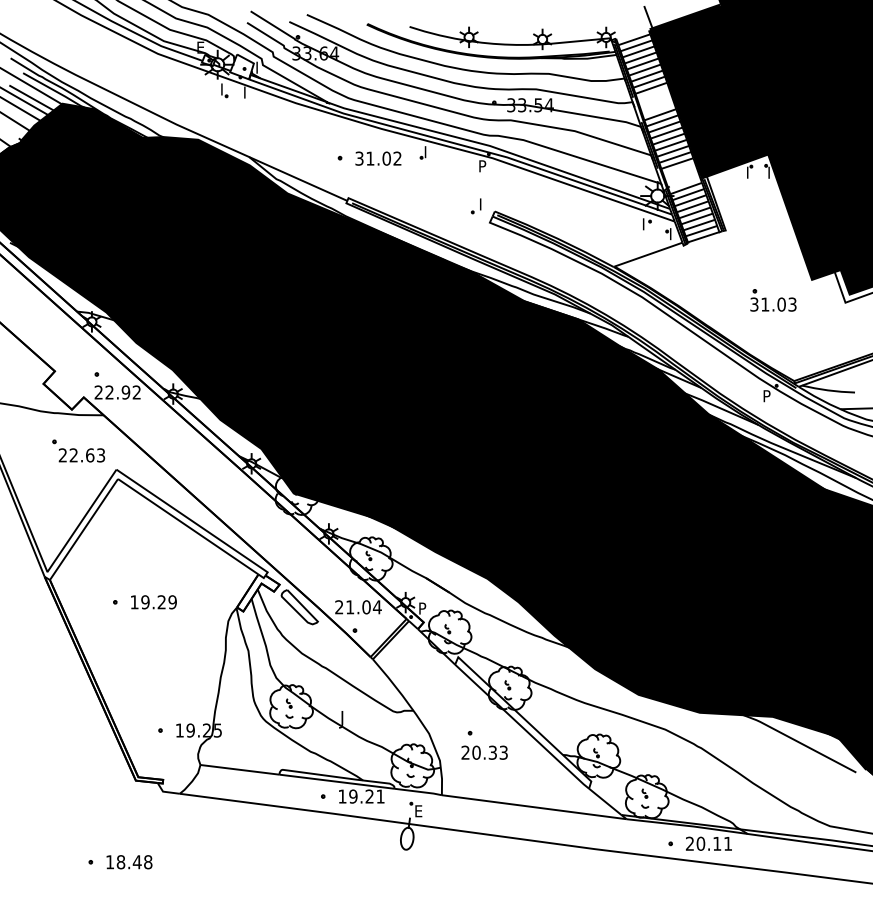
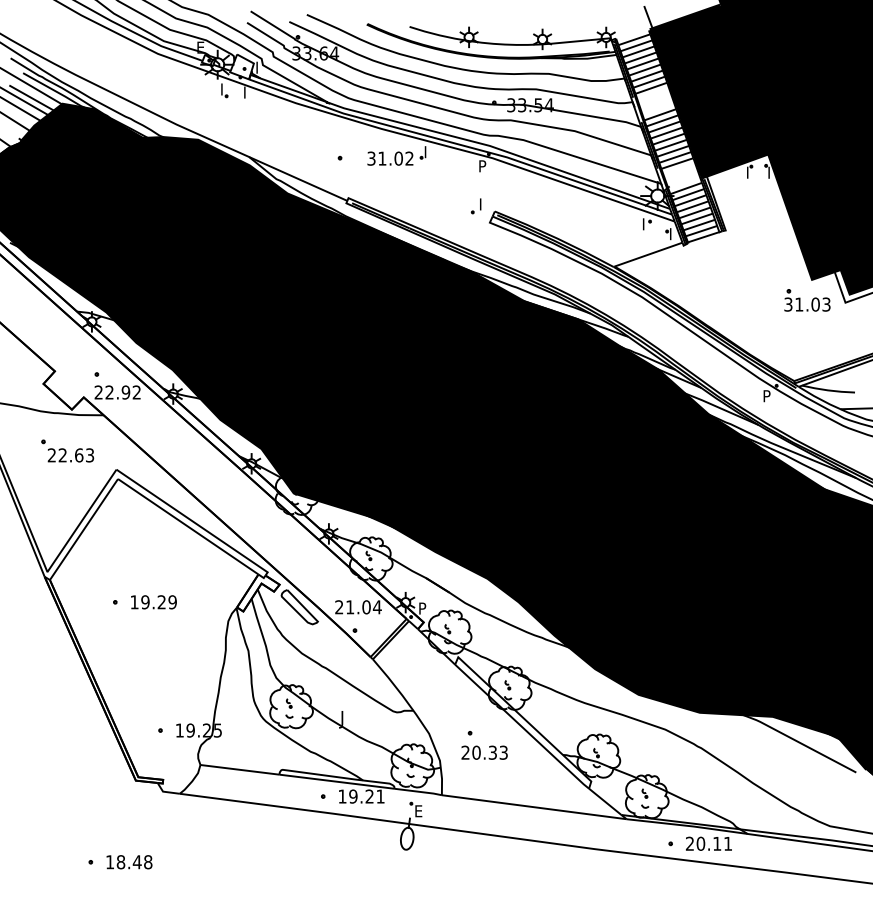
text at (378, 158) position: (378, 158) -> (390, 158)
part at (773, 300) position: (773, 300) -> (807, 300)
part at (78, 450) position: (78, 450) -> (67, 450)
